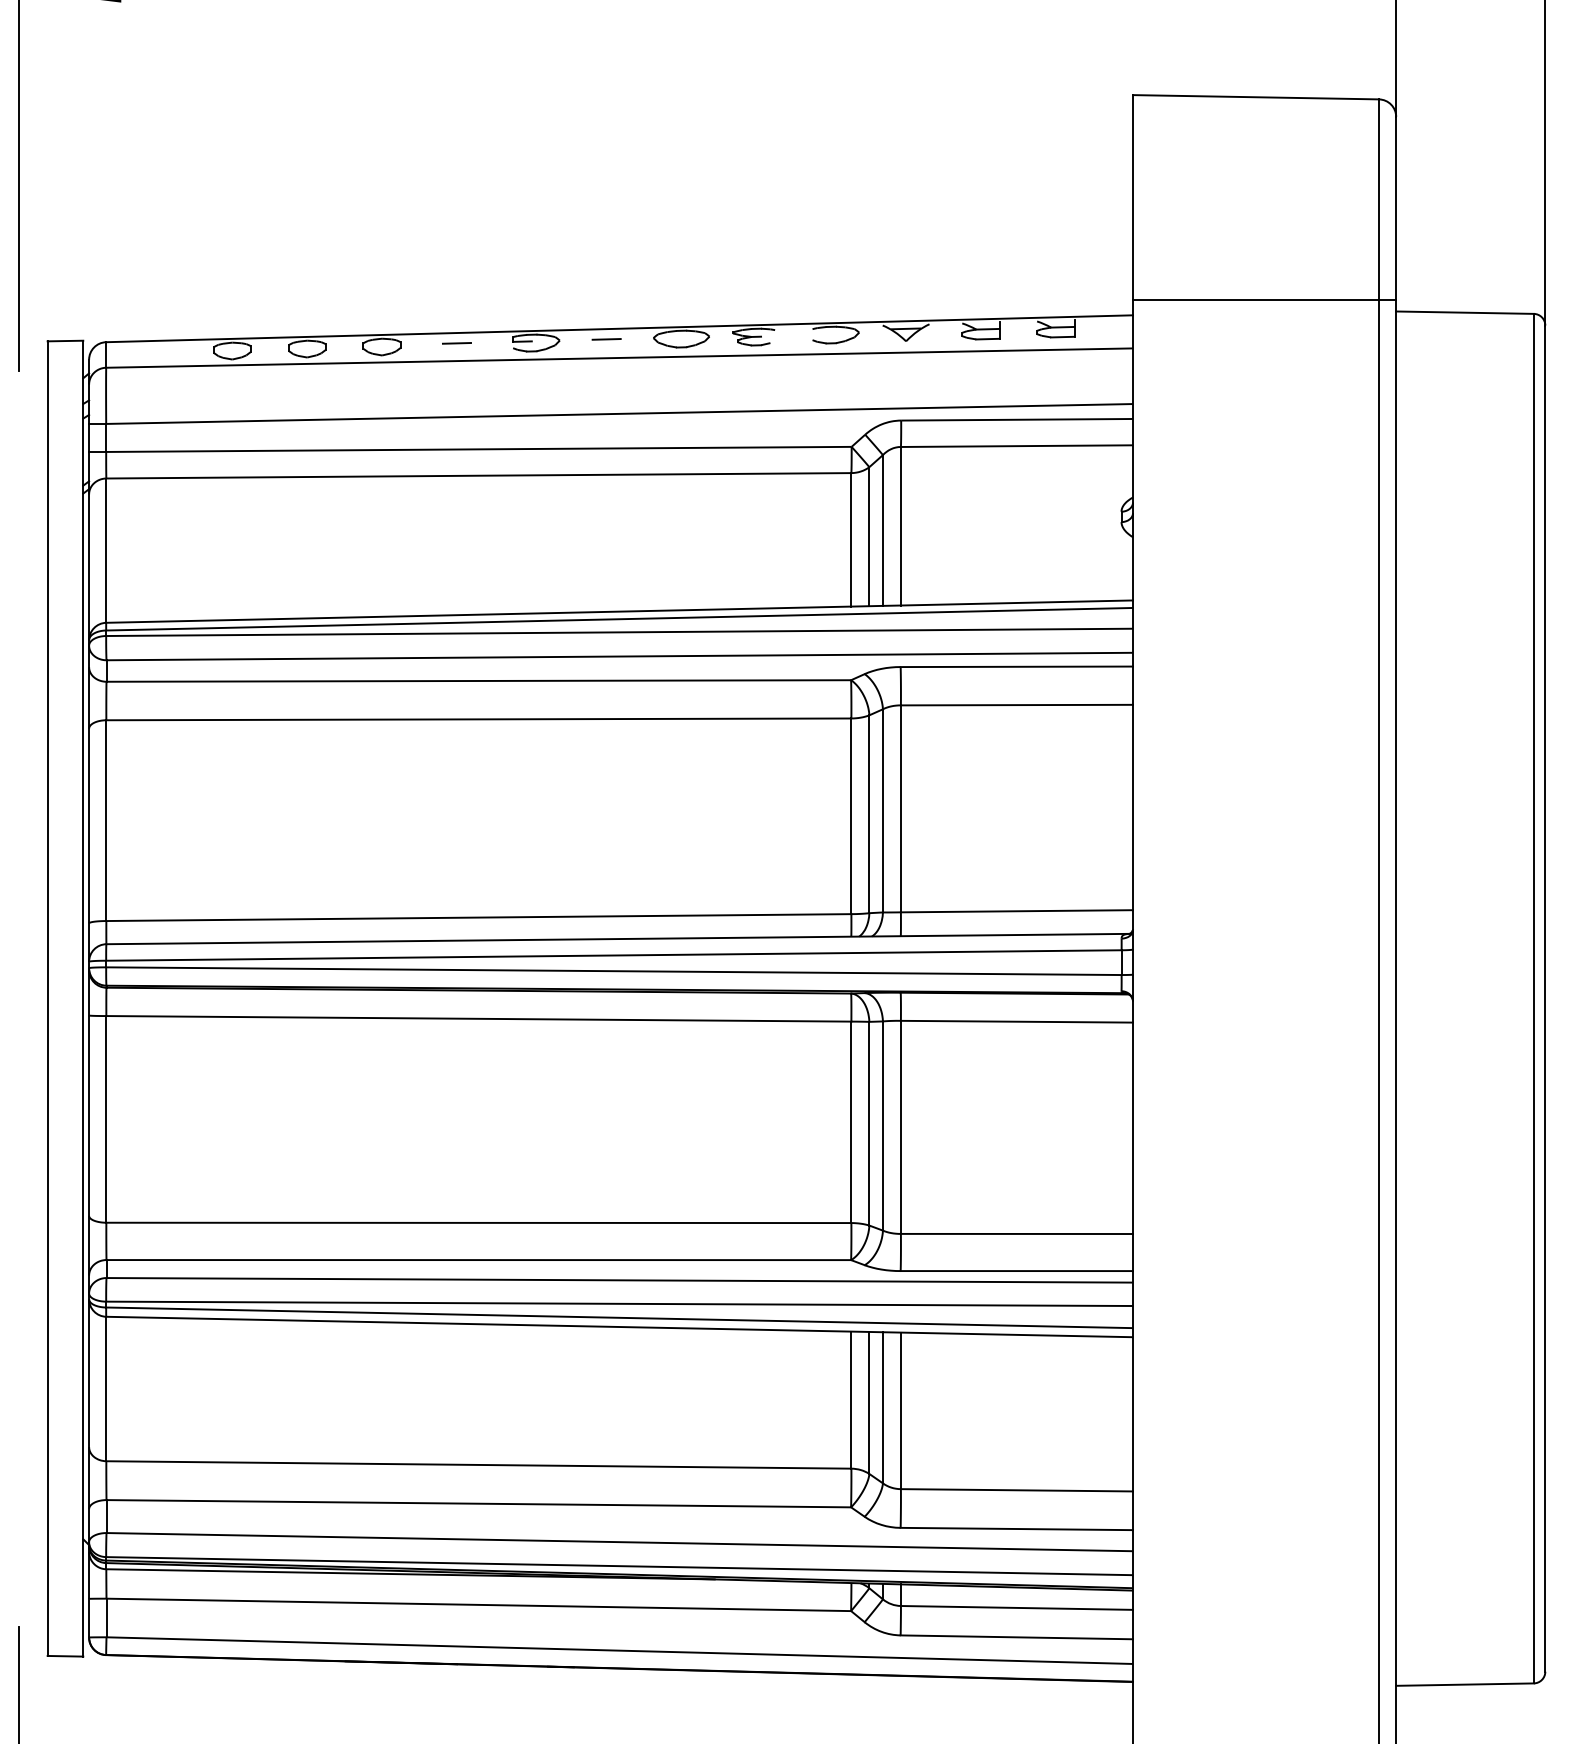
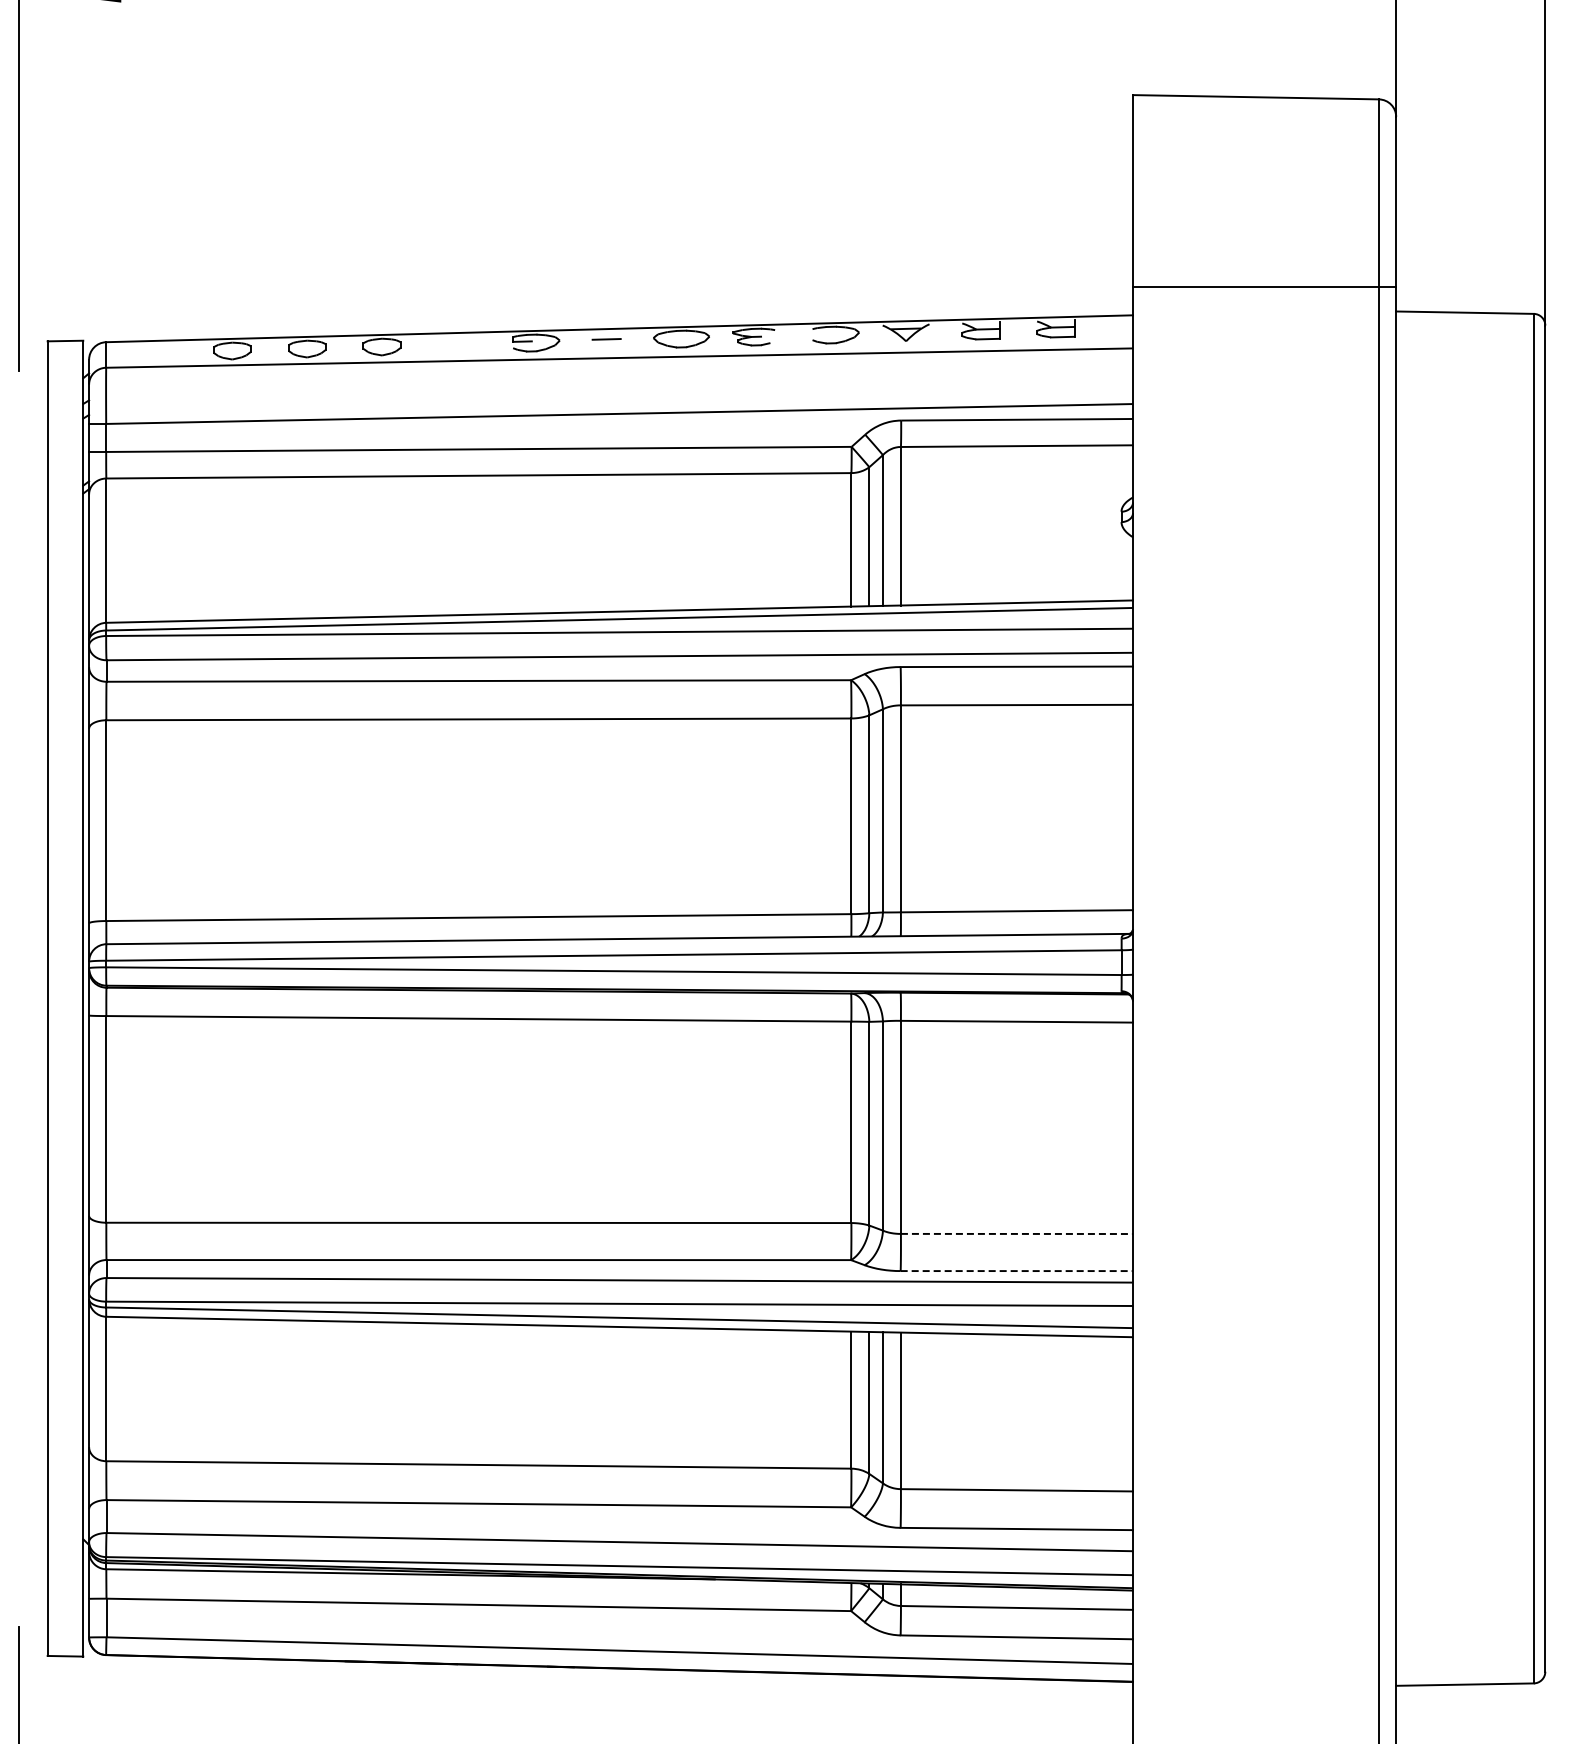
line at (1264, 299) position: (1264, 299) -> (1264, 286)
line at (456, 343): present -> none
line at (1017, 1233): solid -> dashed
line at (1017, 1271): solid -> dashed
